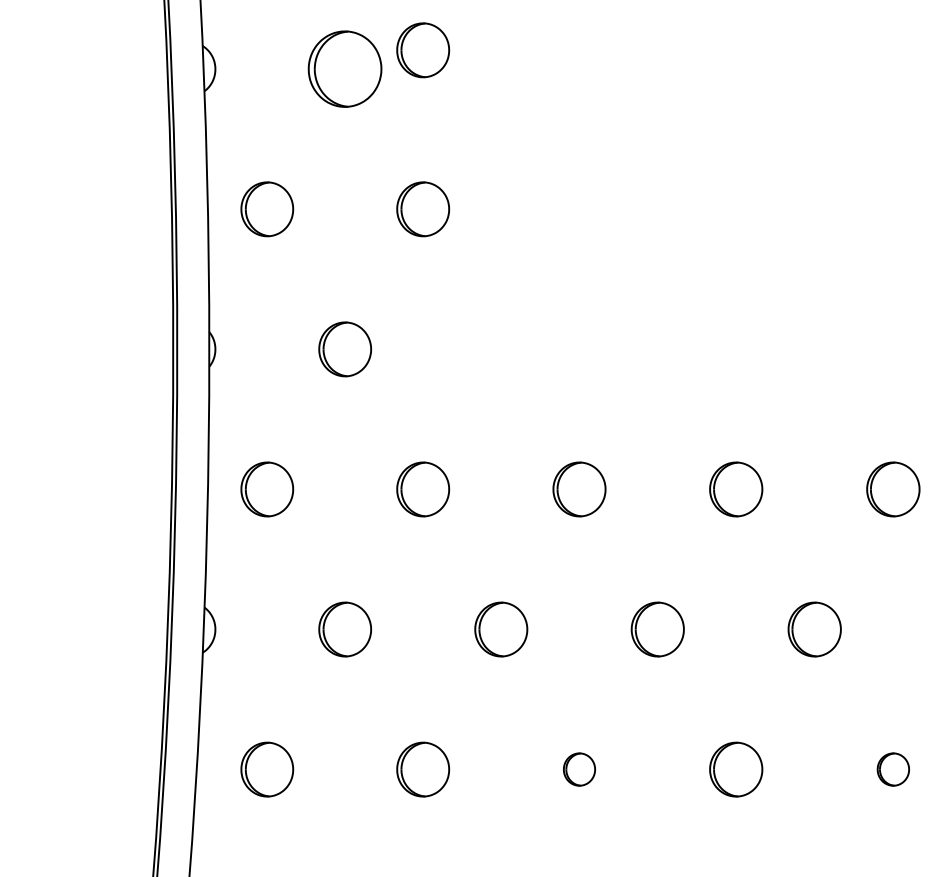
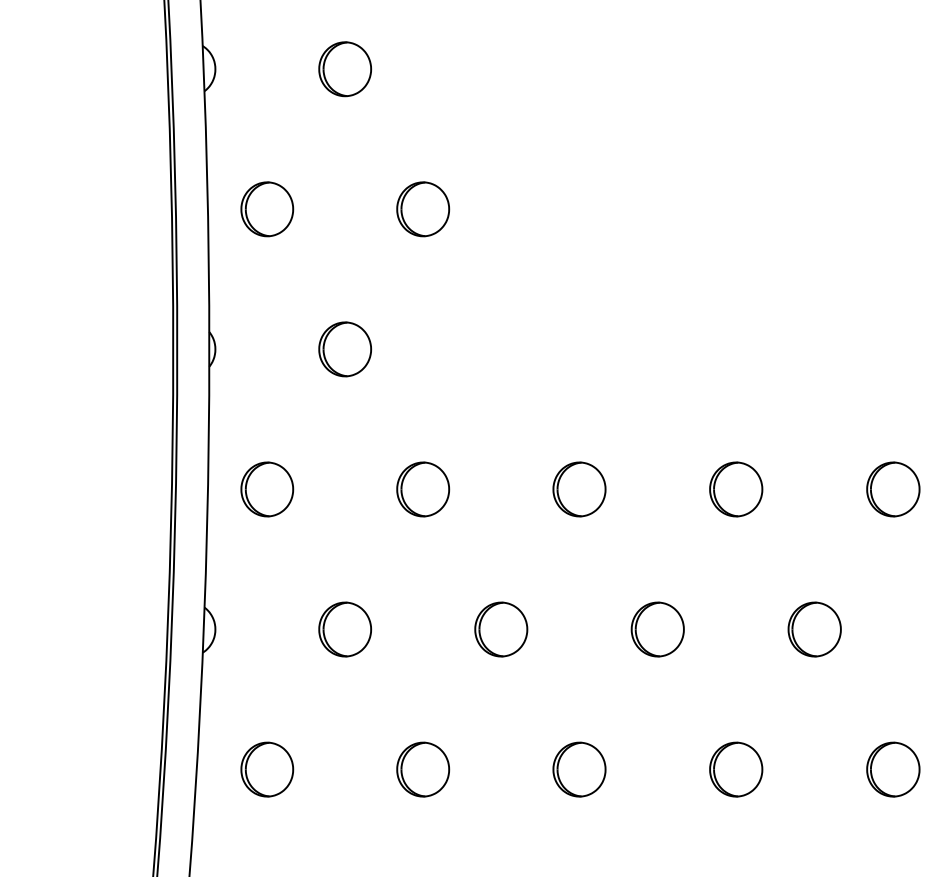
part at (423, 50): present -> none
part at (344, 68) size: 76x78 px -> 55x57 px
part at (579, 769) size: 33x35 px -> 55x57 px
part at (892, 769) size: 34x35 px -> 55x57 px
